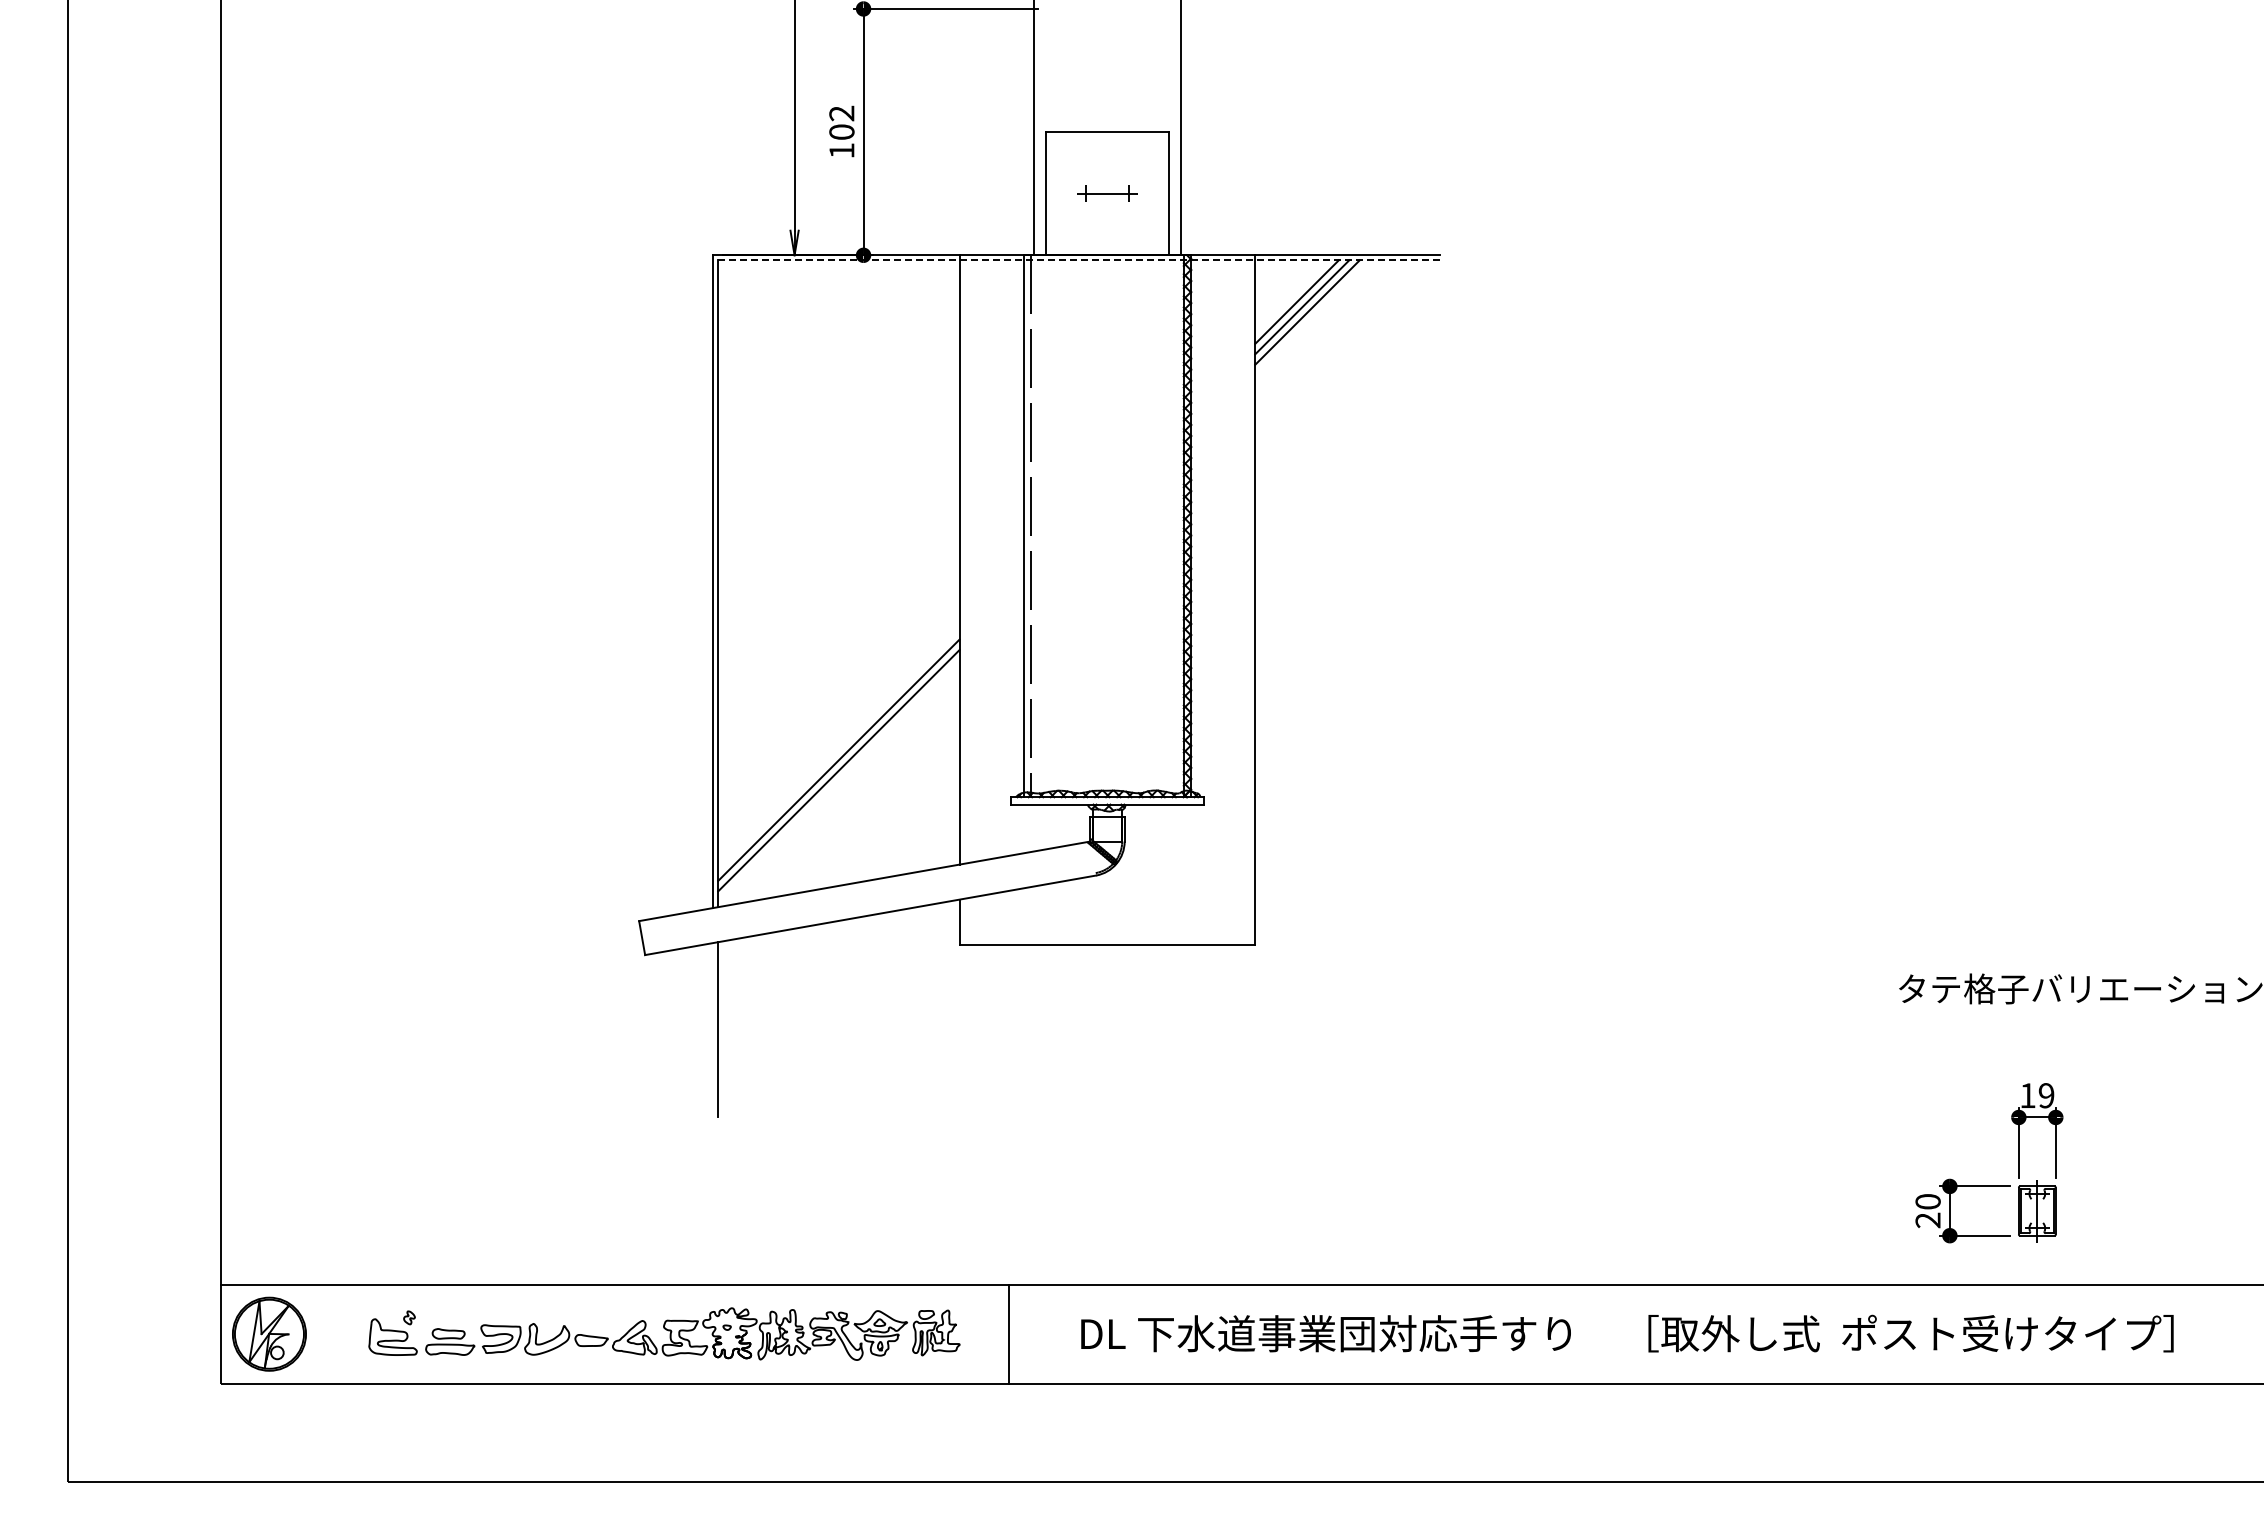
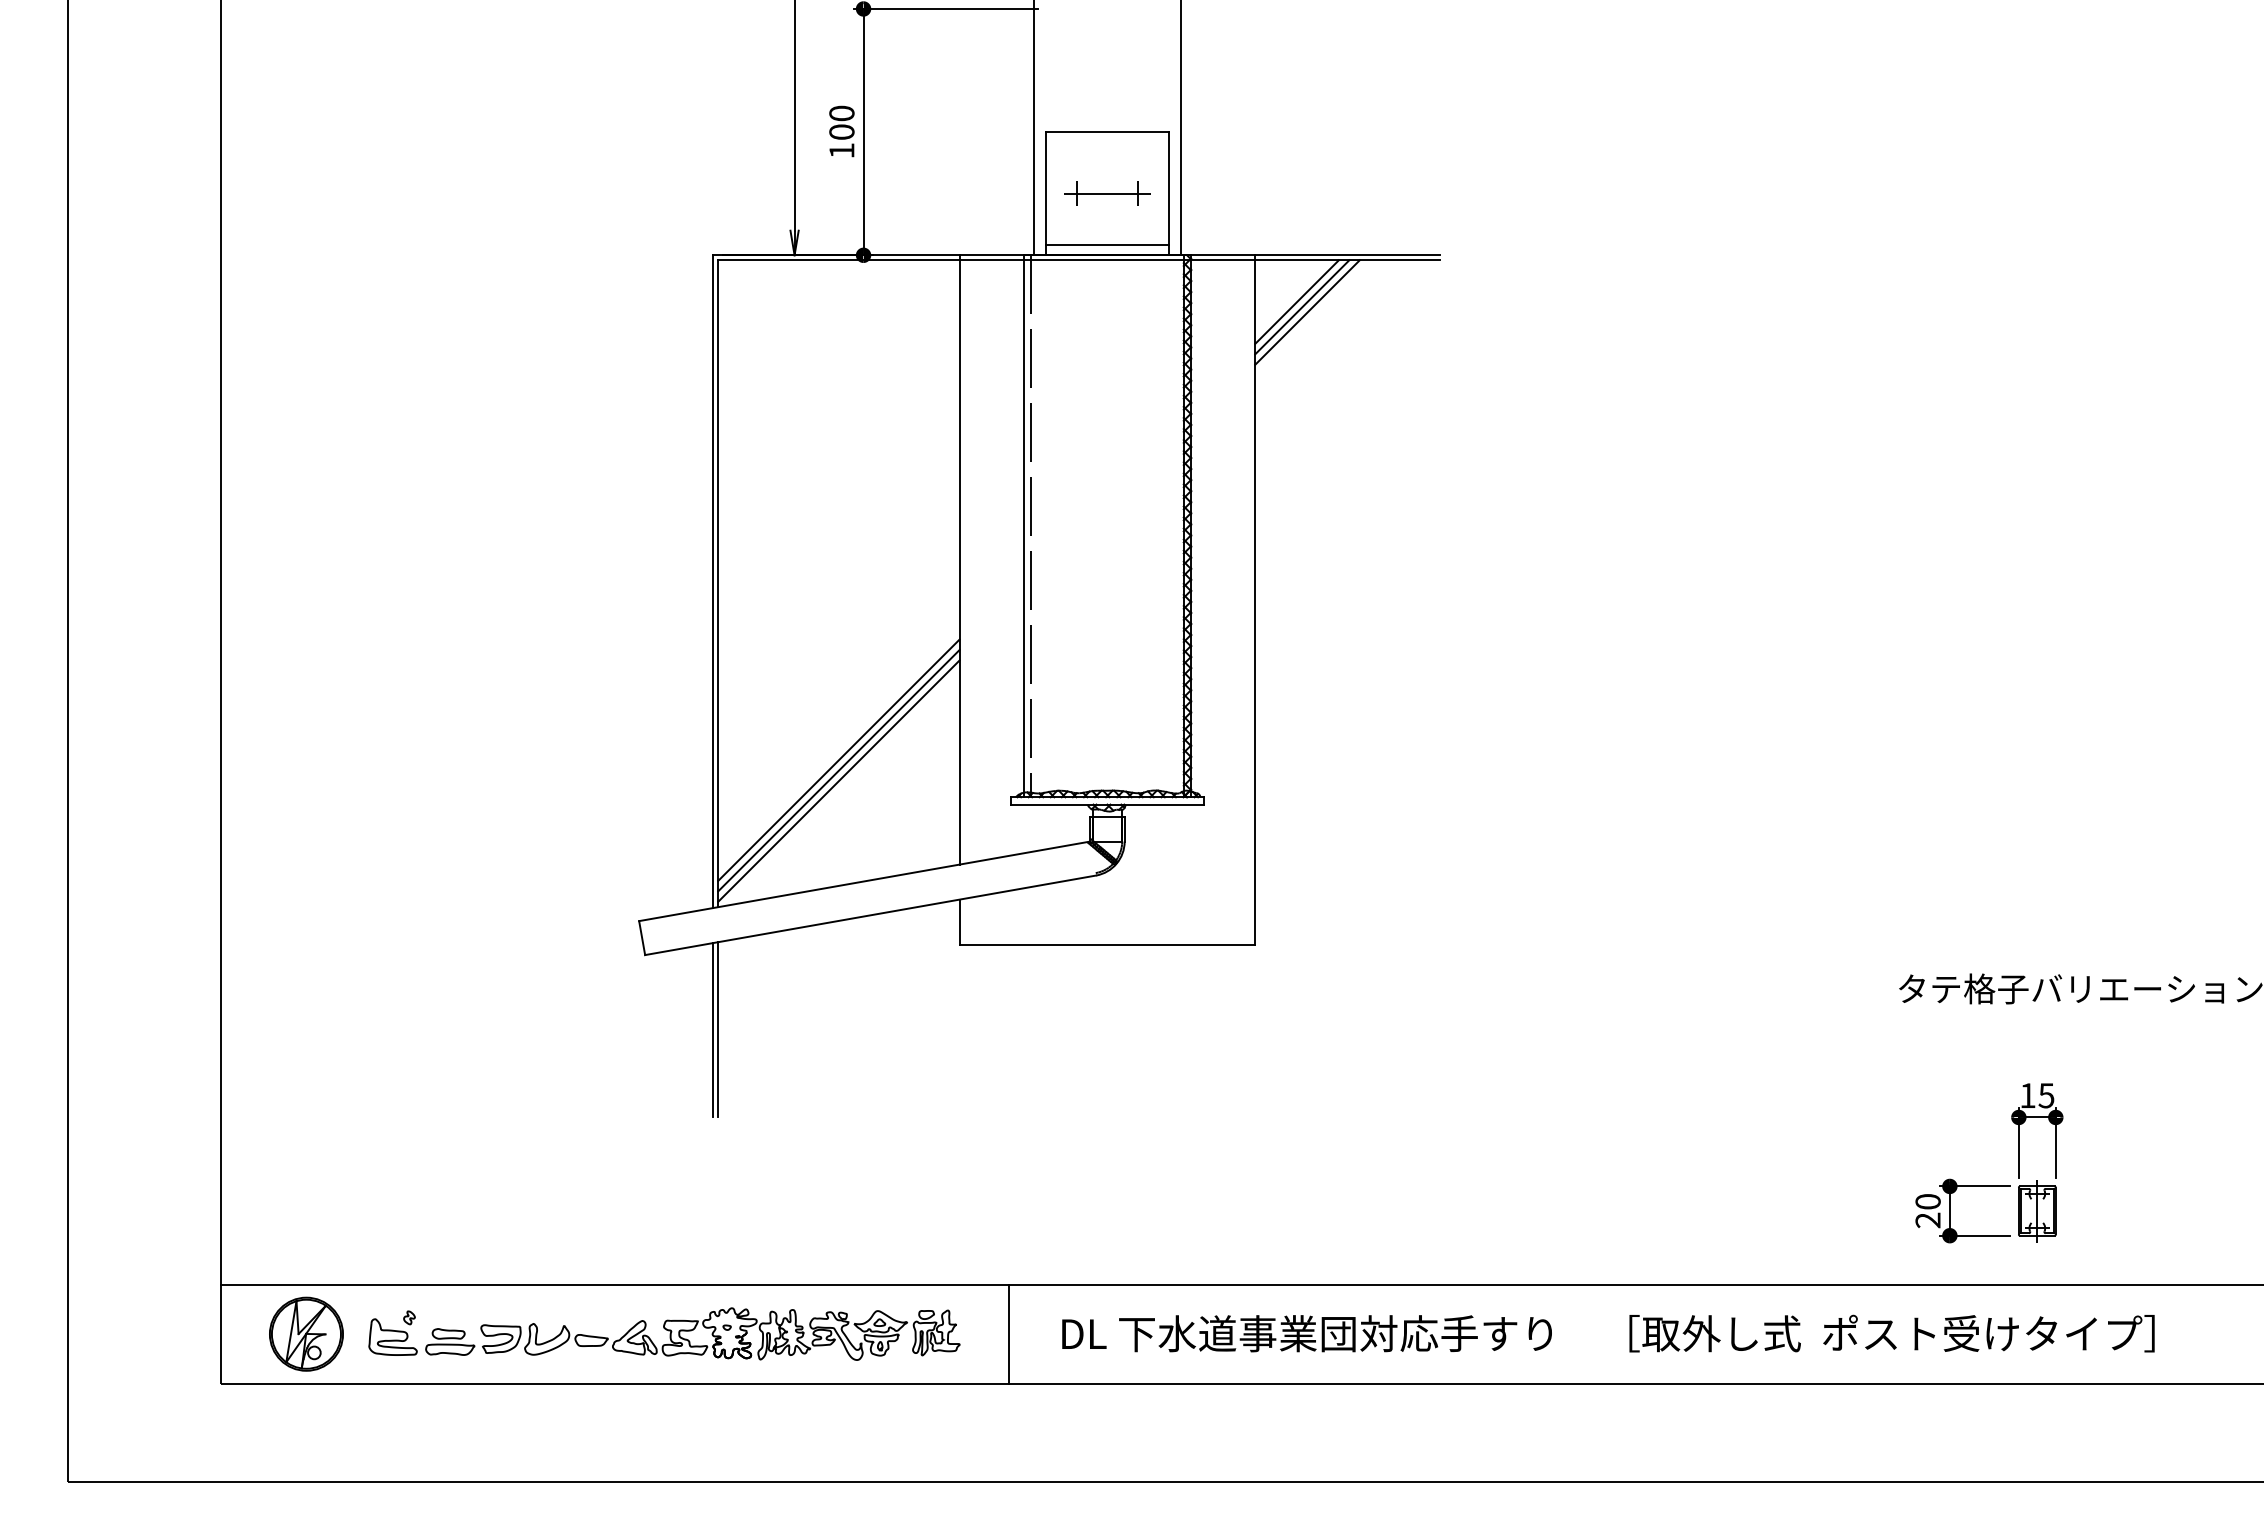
text at (841, 113): 102 -> 100
part at (1107, 193) size: 61x17 px -> 87x25 px
line at (1107, 245): none -> present
line at (1079, 260): dashed -> solid
line at (838, 780): none -> present
line at (713, 1030): none -> present
text at (2046, 1095): 19 -> 15
part at (269, 1333) position: (269, 1333) -> (306, 1333)
text at (1627, 1333) position: (1627, 1333) -> (1608, 1333)
